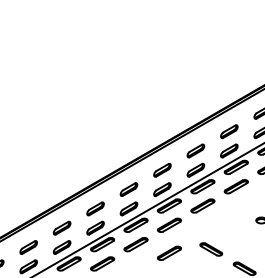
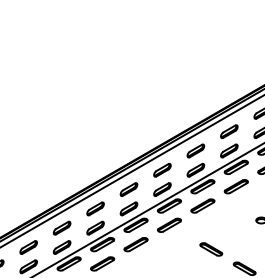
line at (131, 171): none -> present
part at (169, 252): present -> none
